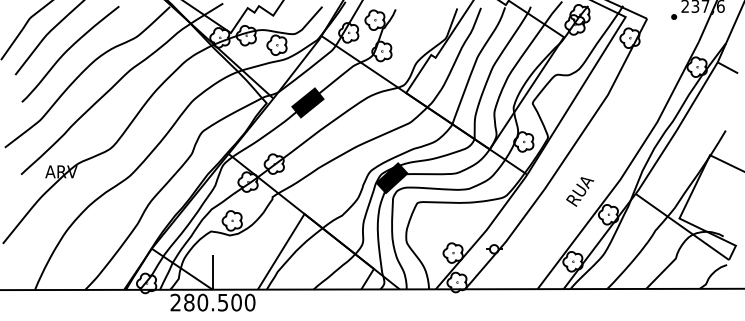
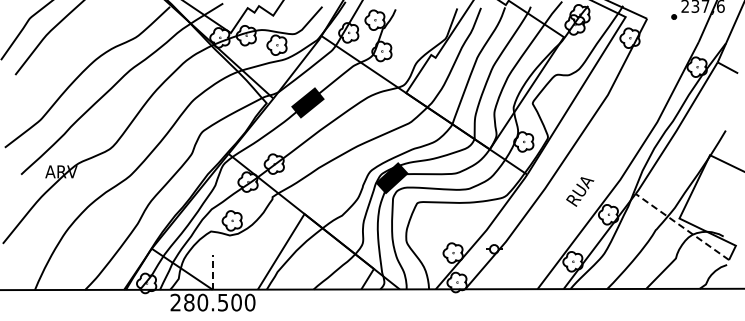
curve at (68, 50): present -> none
line at (681, 226): solid -> dashed
line at (213, 272): solid -> dashed
